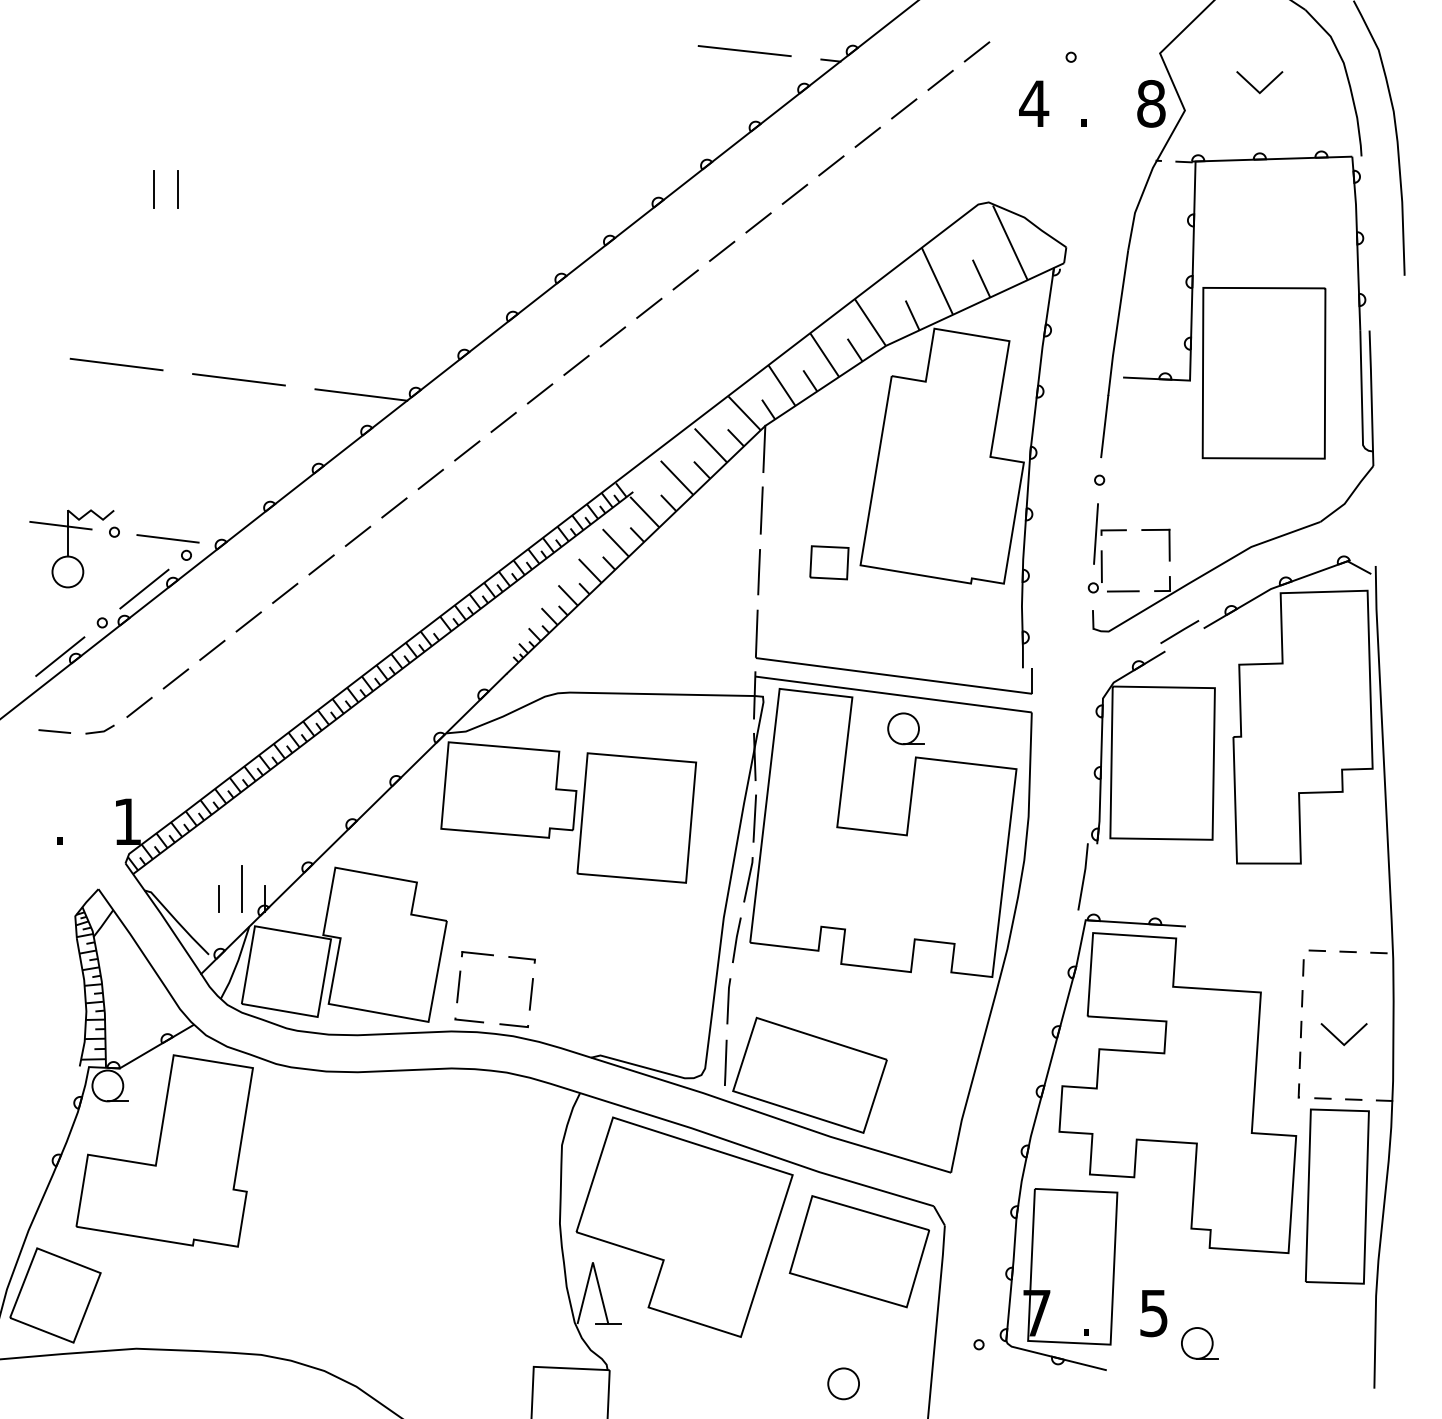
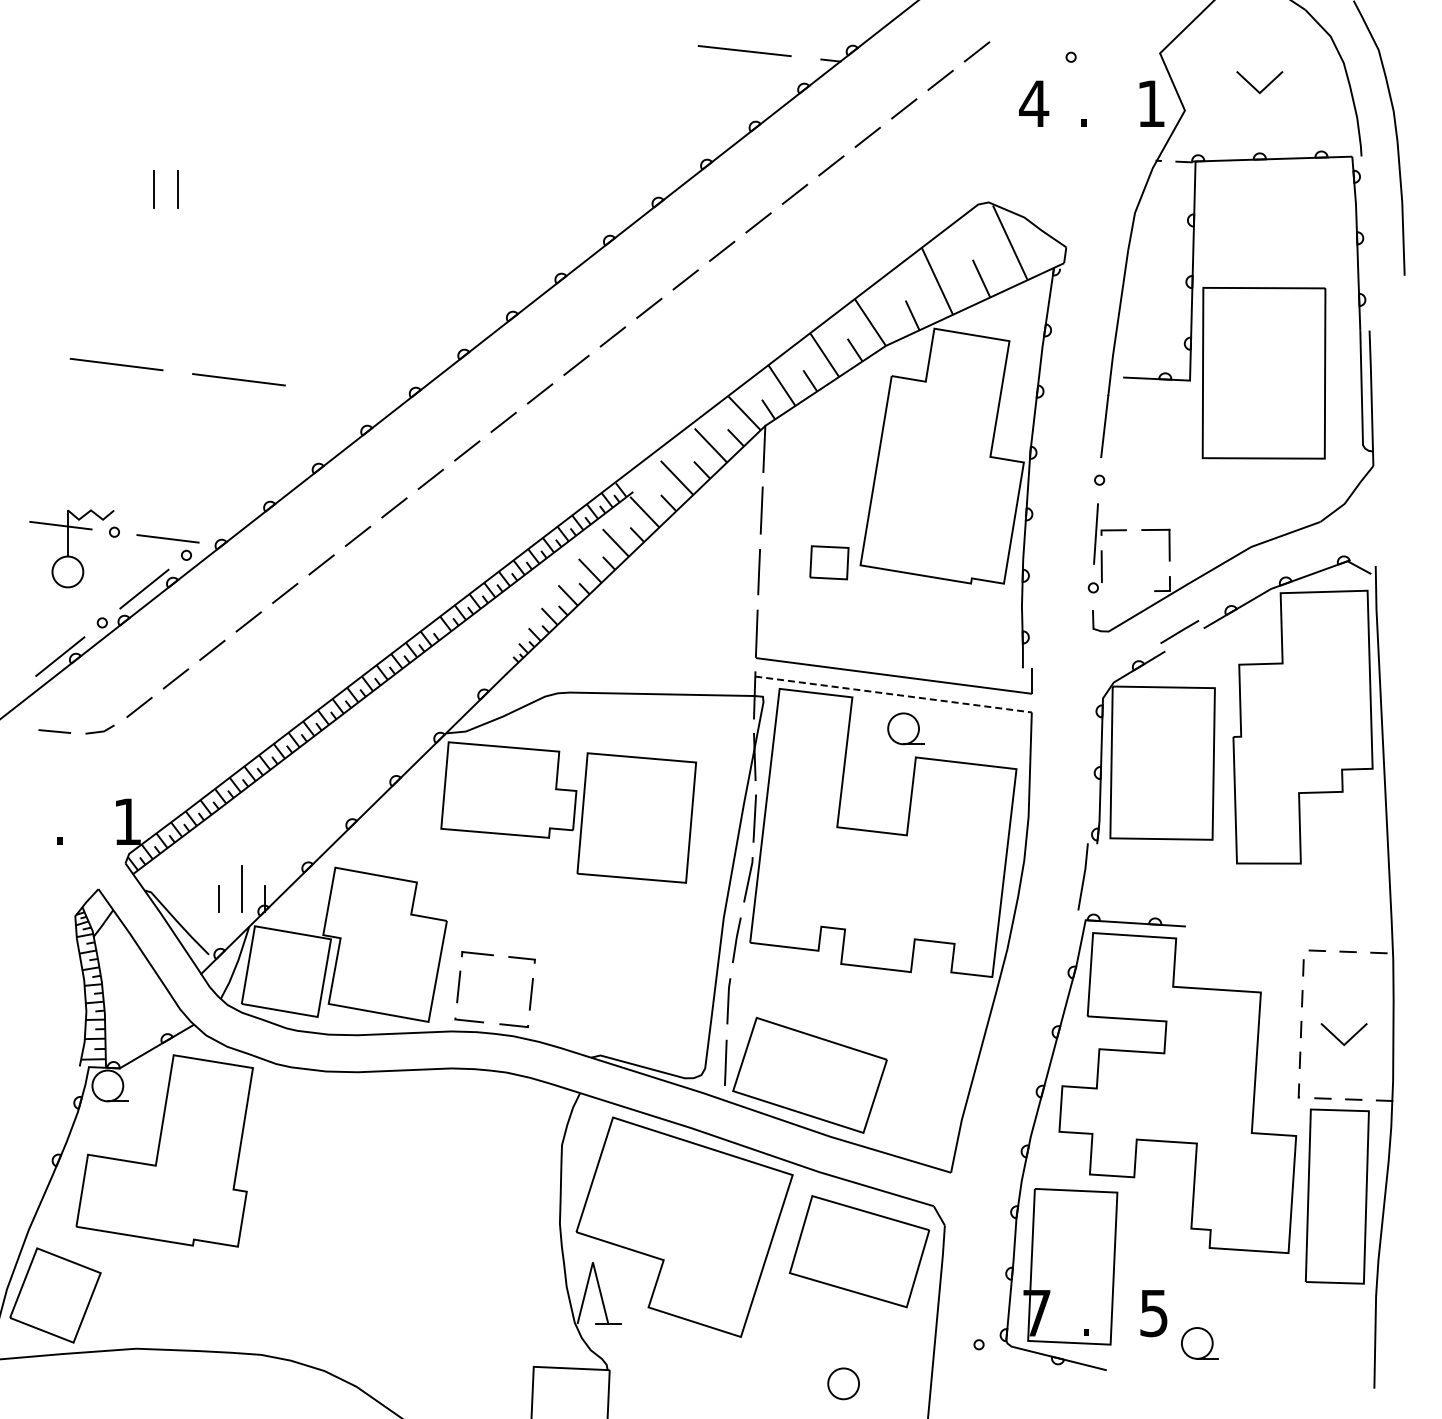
text at (1151, 103): 8 -> 1
line at (361, 394): present -> none
line at (1123, 591): present -> none
line at (894, 694): solid -> dashed
